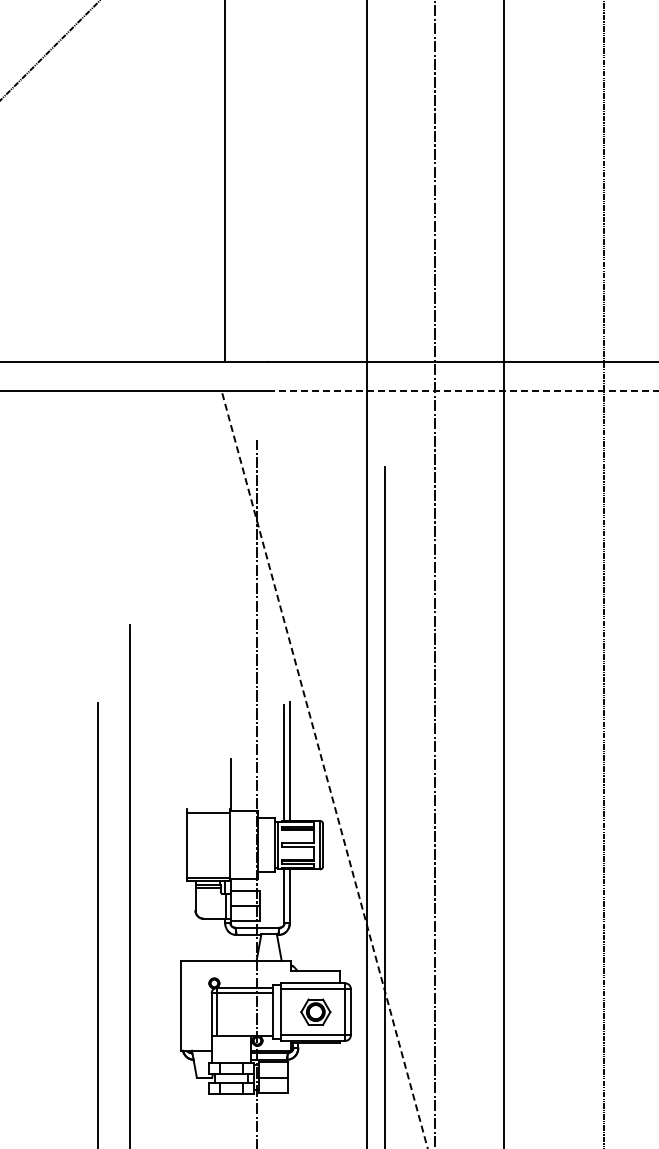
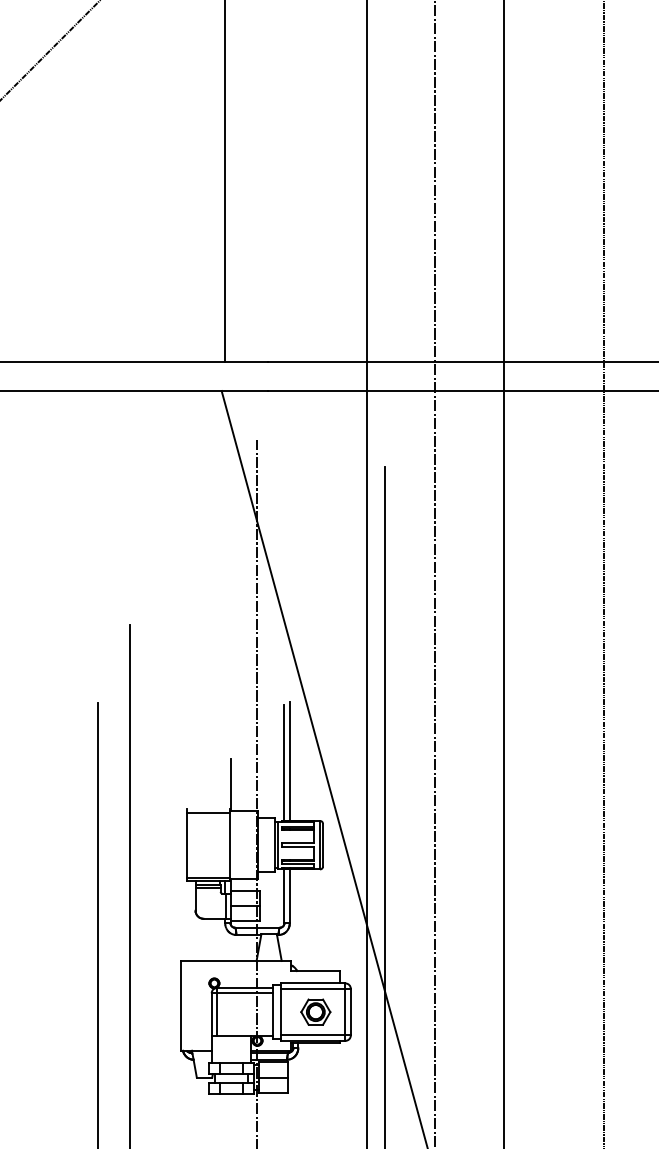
line at (463, 391): dashed -> solid
line at (324, 769): dashed -> solid
